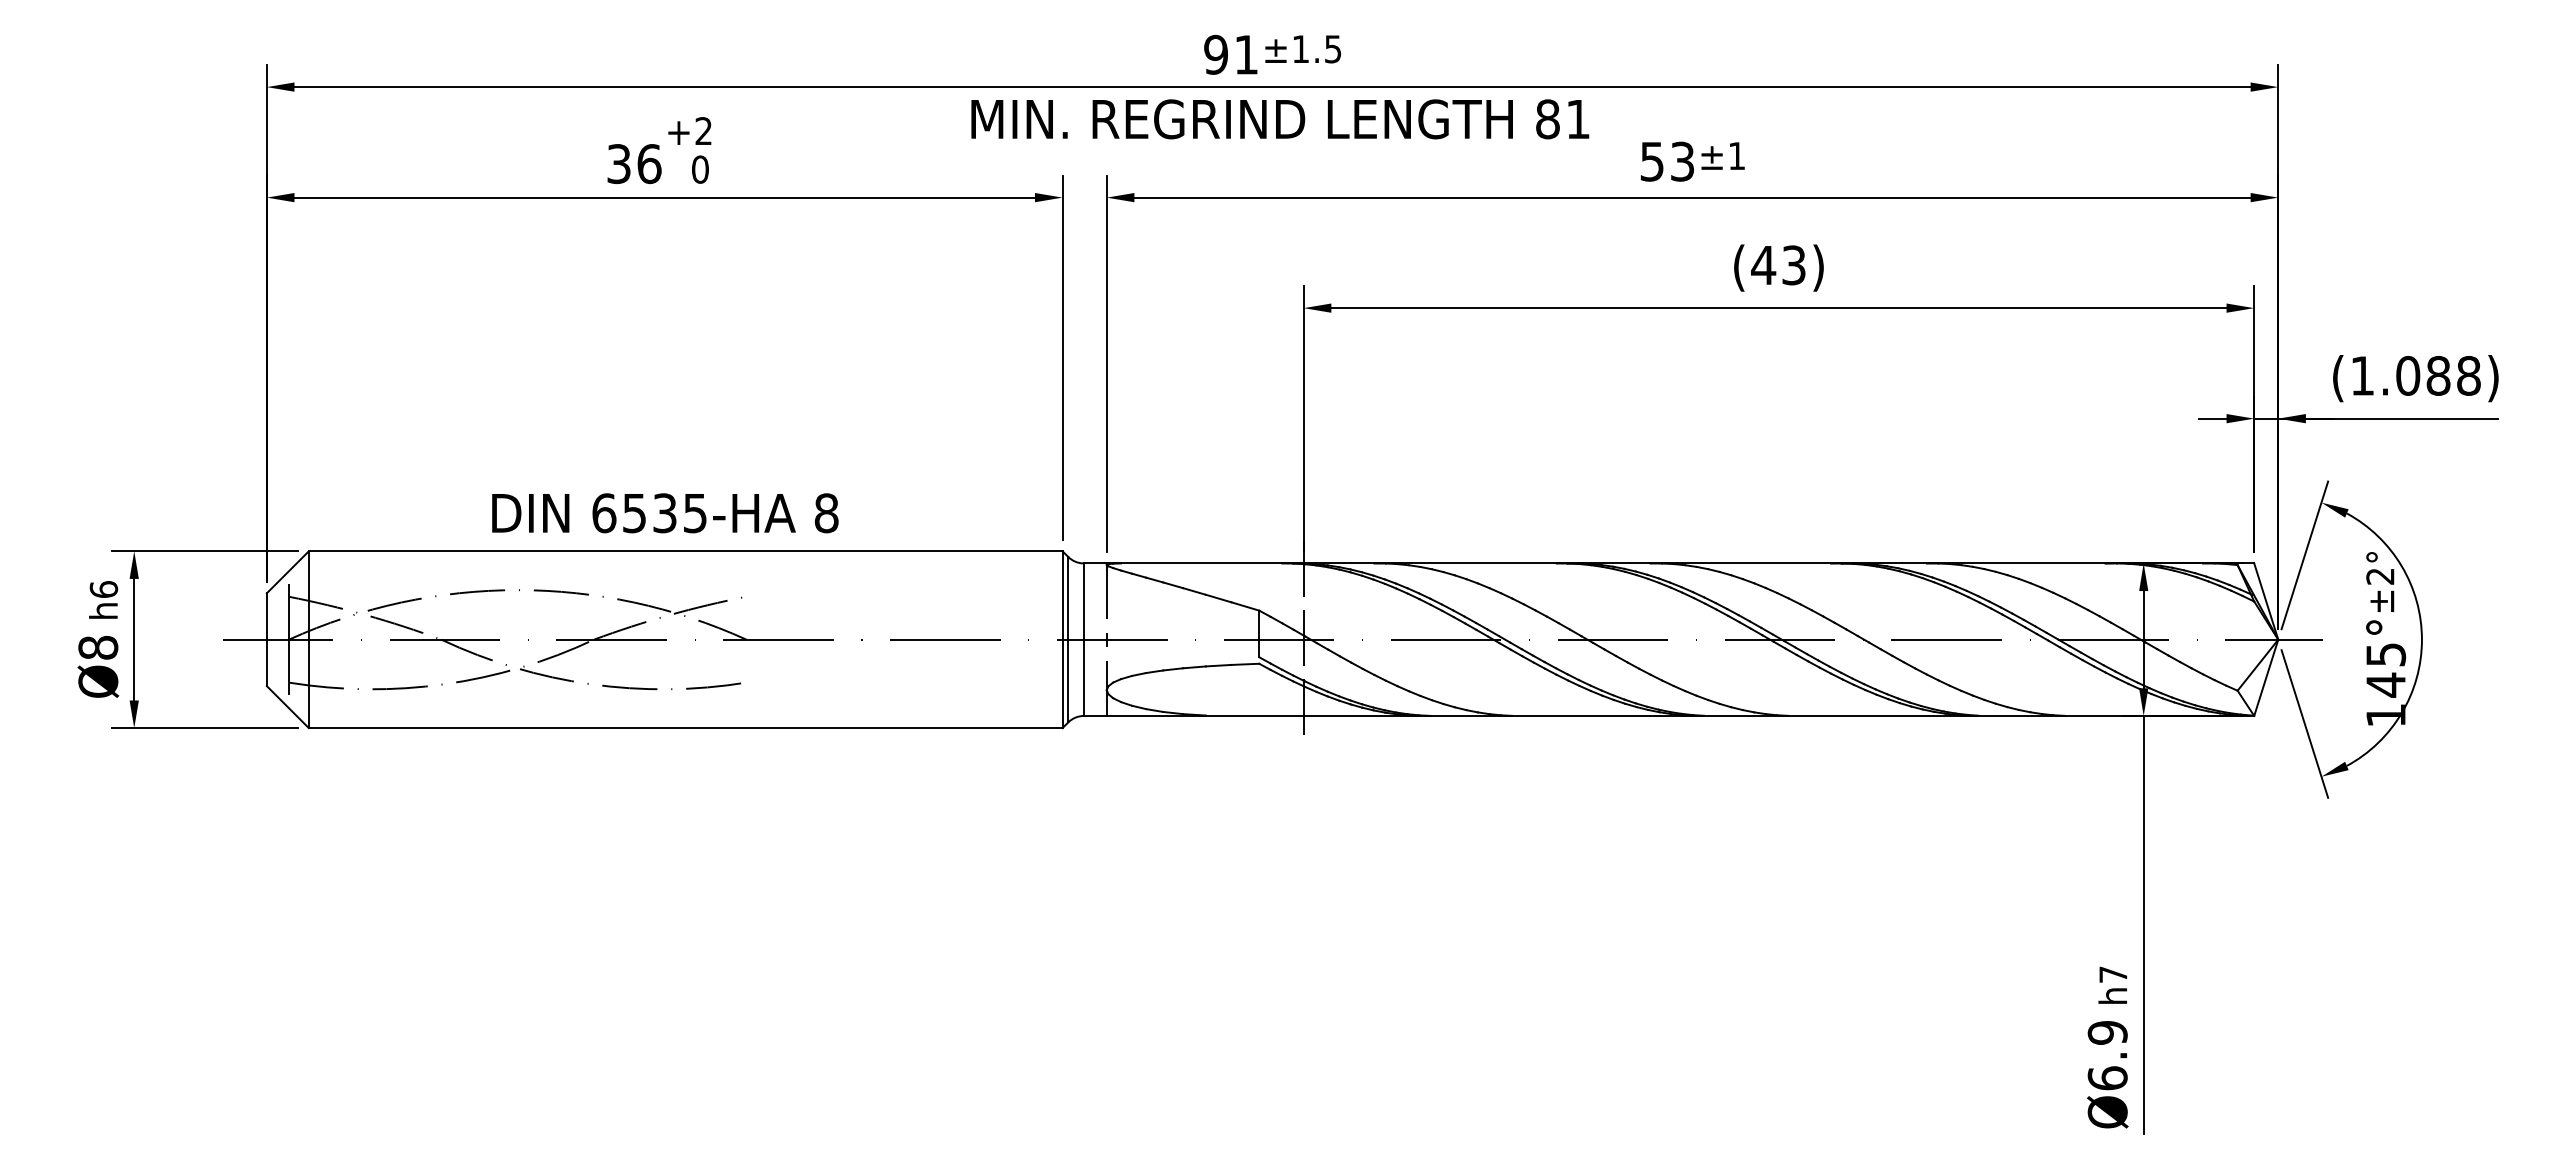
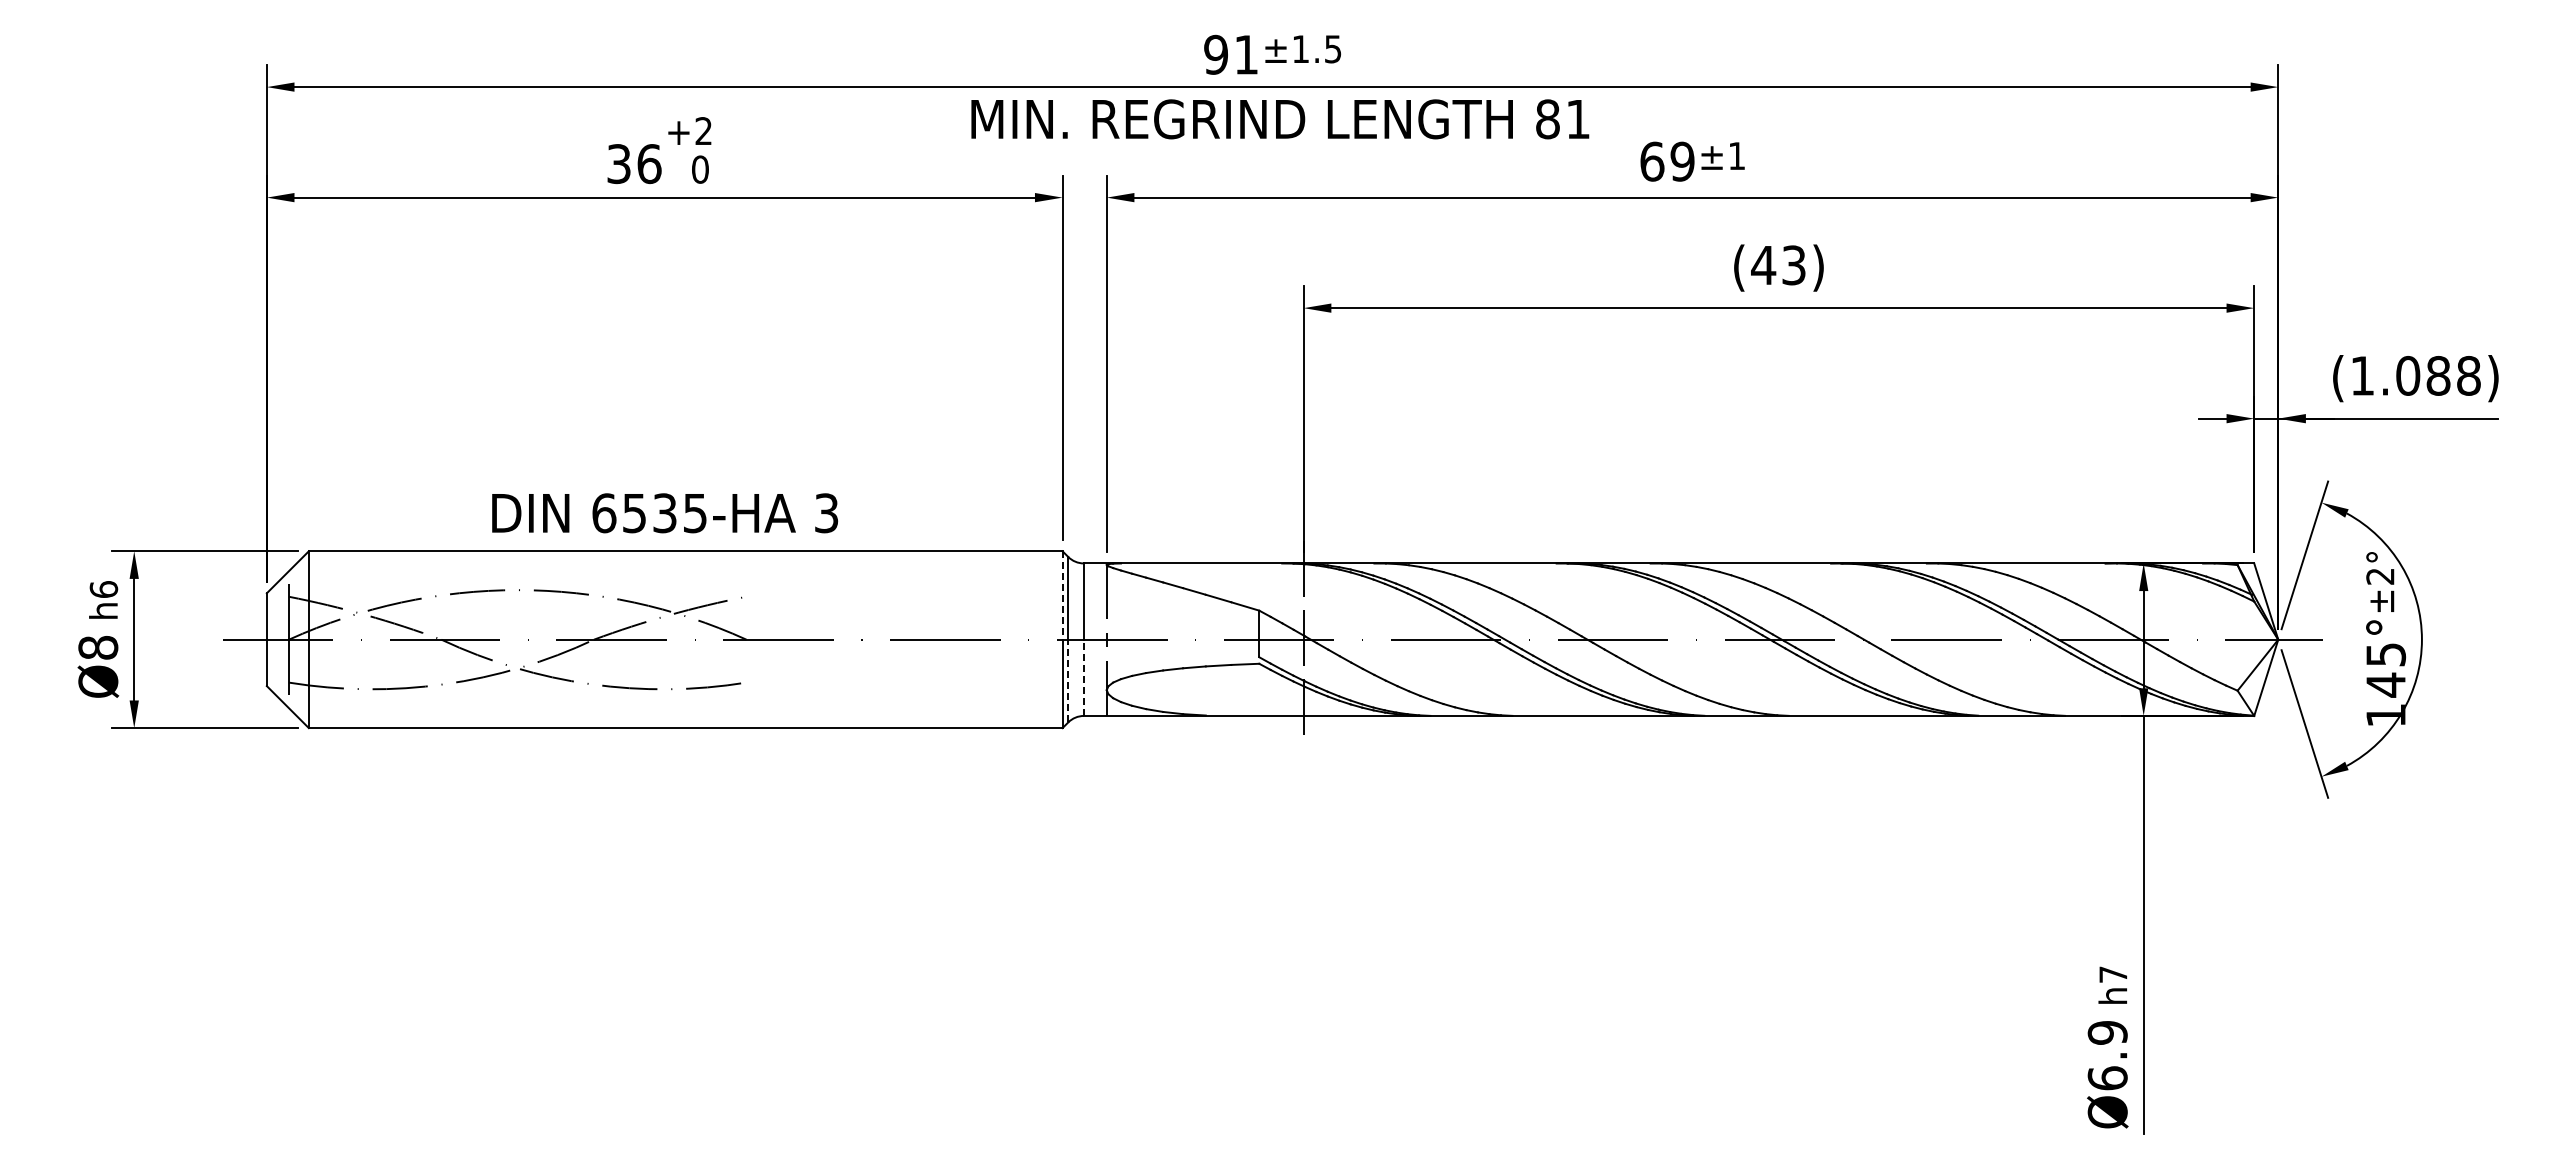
text at (1667, 161): 53 -> 69
text at (826, 513): 8 -> 3
line at (1062, 595): solid -> dashed
line at (1083, 677): solid -> dashed
line at (1068, 680): solid -> dashed
